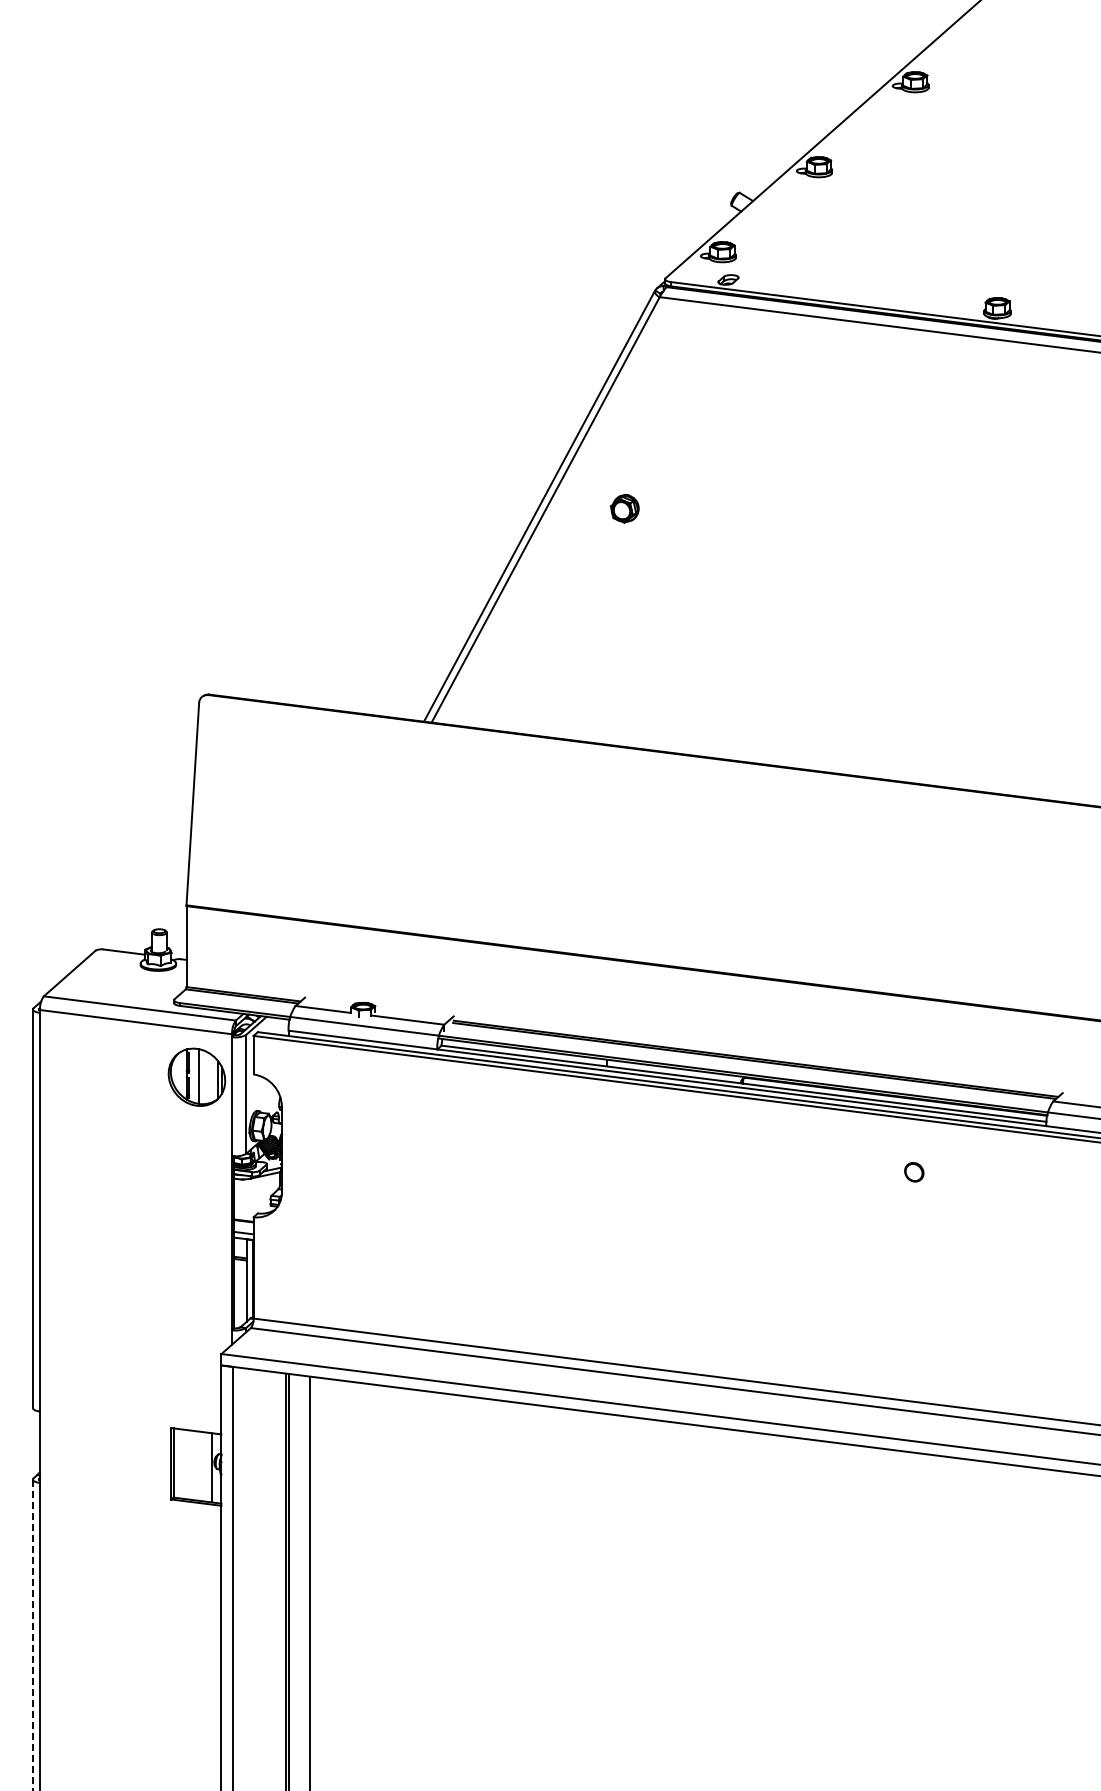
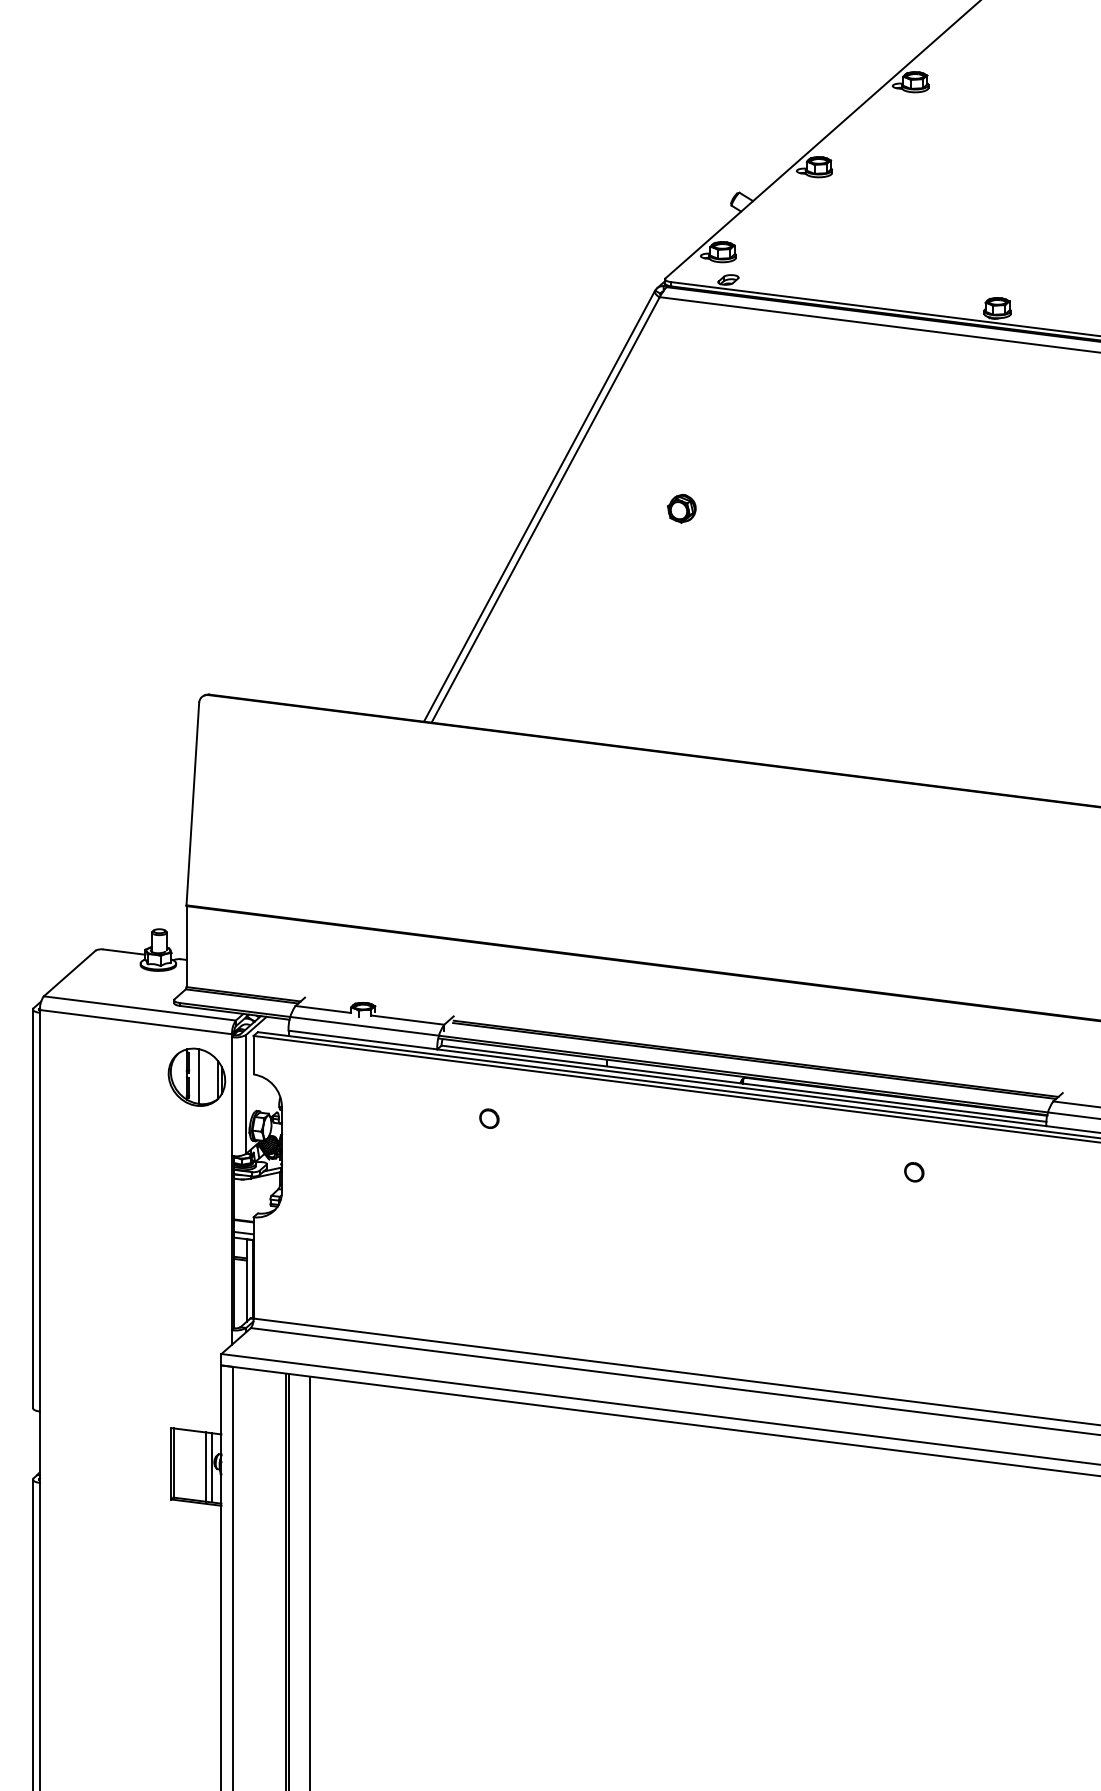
part at (624, 508) position: (624, 508) -> (681, 508)
part at (489, 1118): none -> present
line at (206, 1466): none -> present
line at (32, 1635): dashed -> solid
